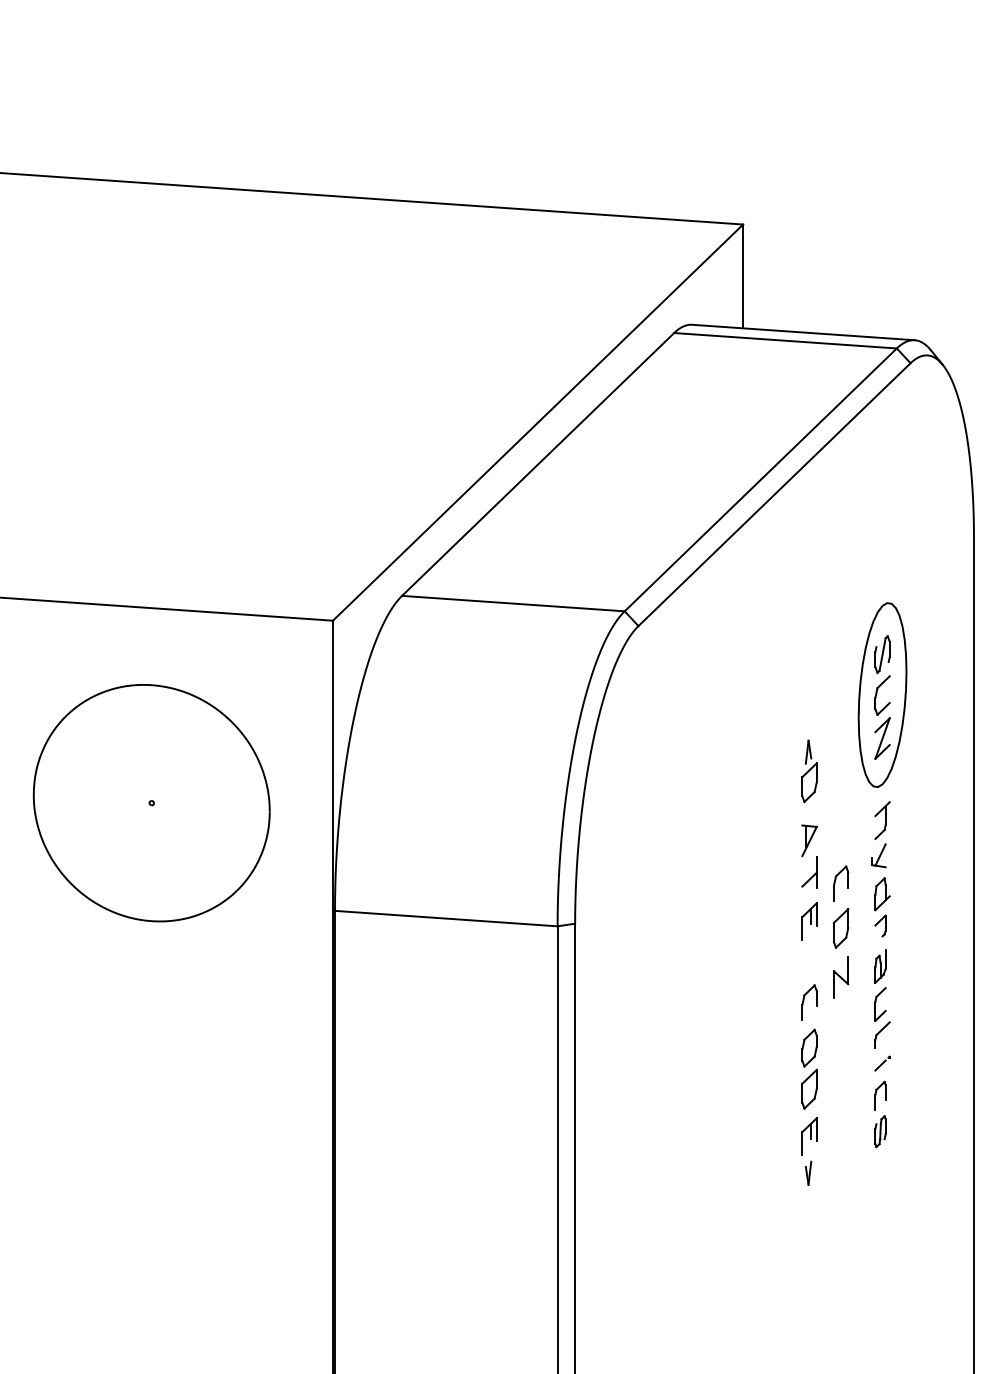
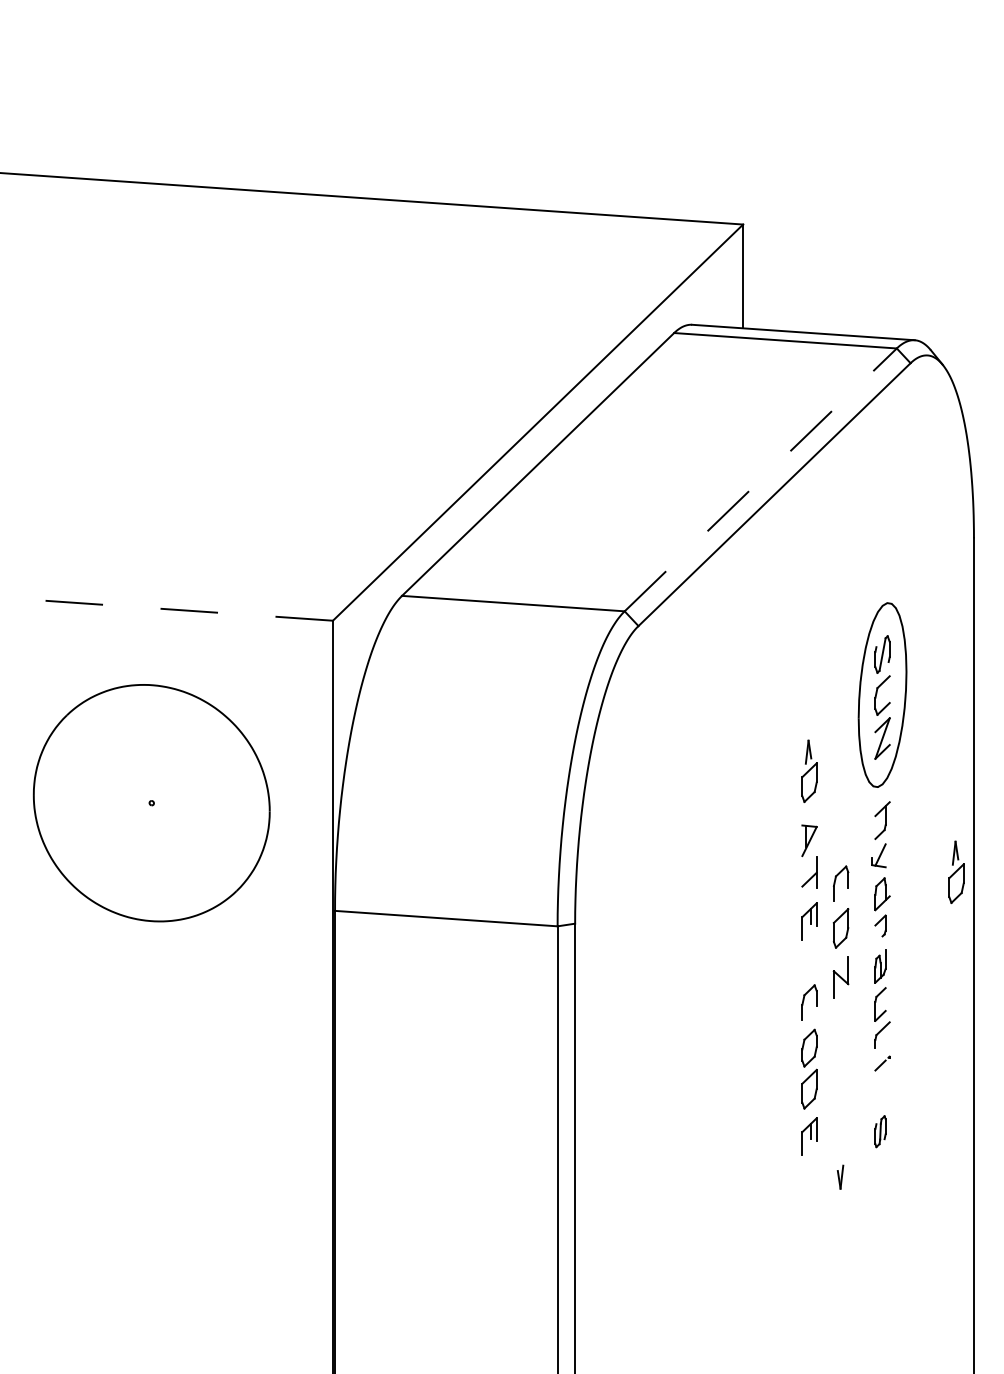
line at (761, 479): solid -> dashed
line at (166, 609): solid -> dashed
part at (956, 871): none -> present
part at (880, 1095): present -> none
part at (808, 1172) position: (808, 1172) -> (840, 1176)
